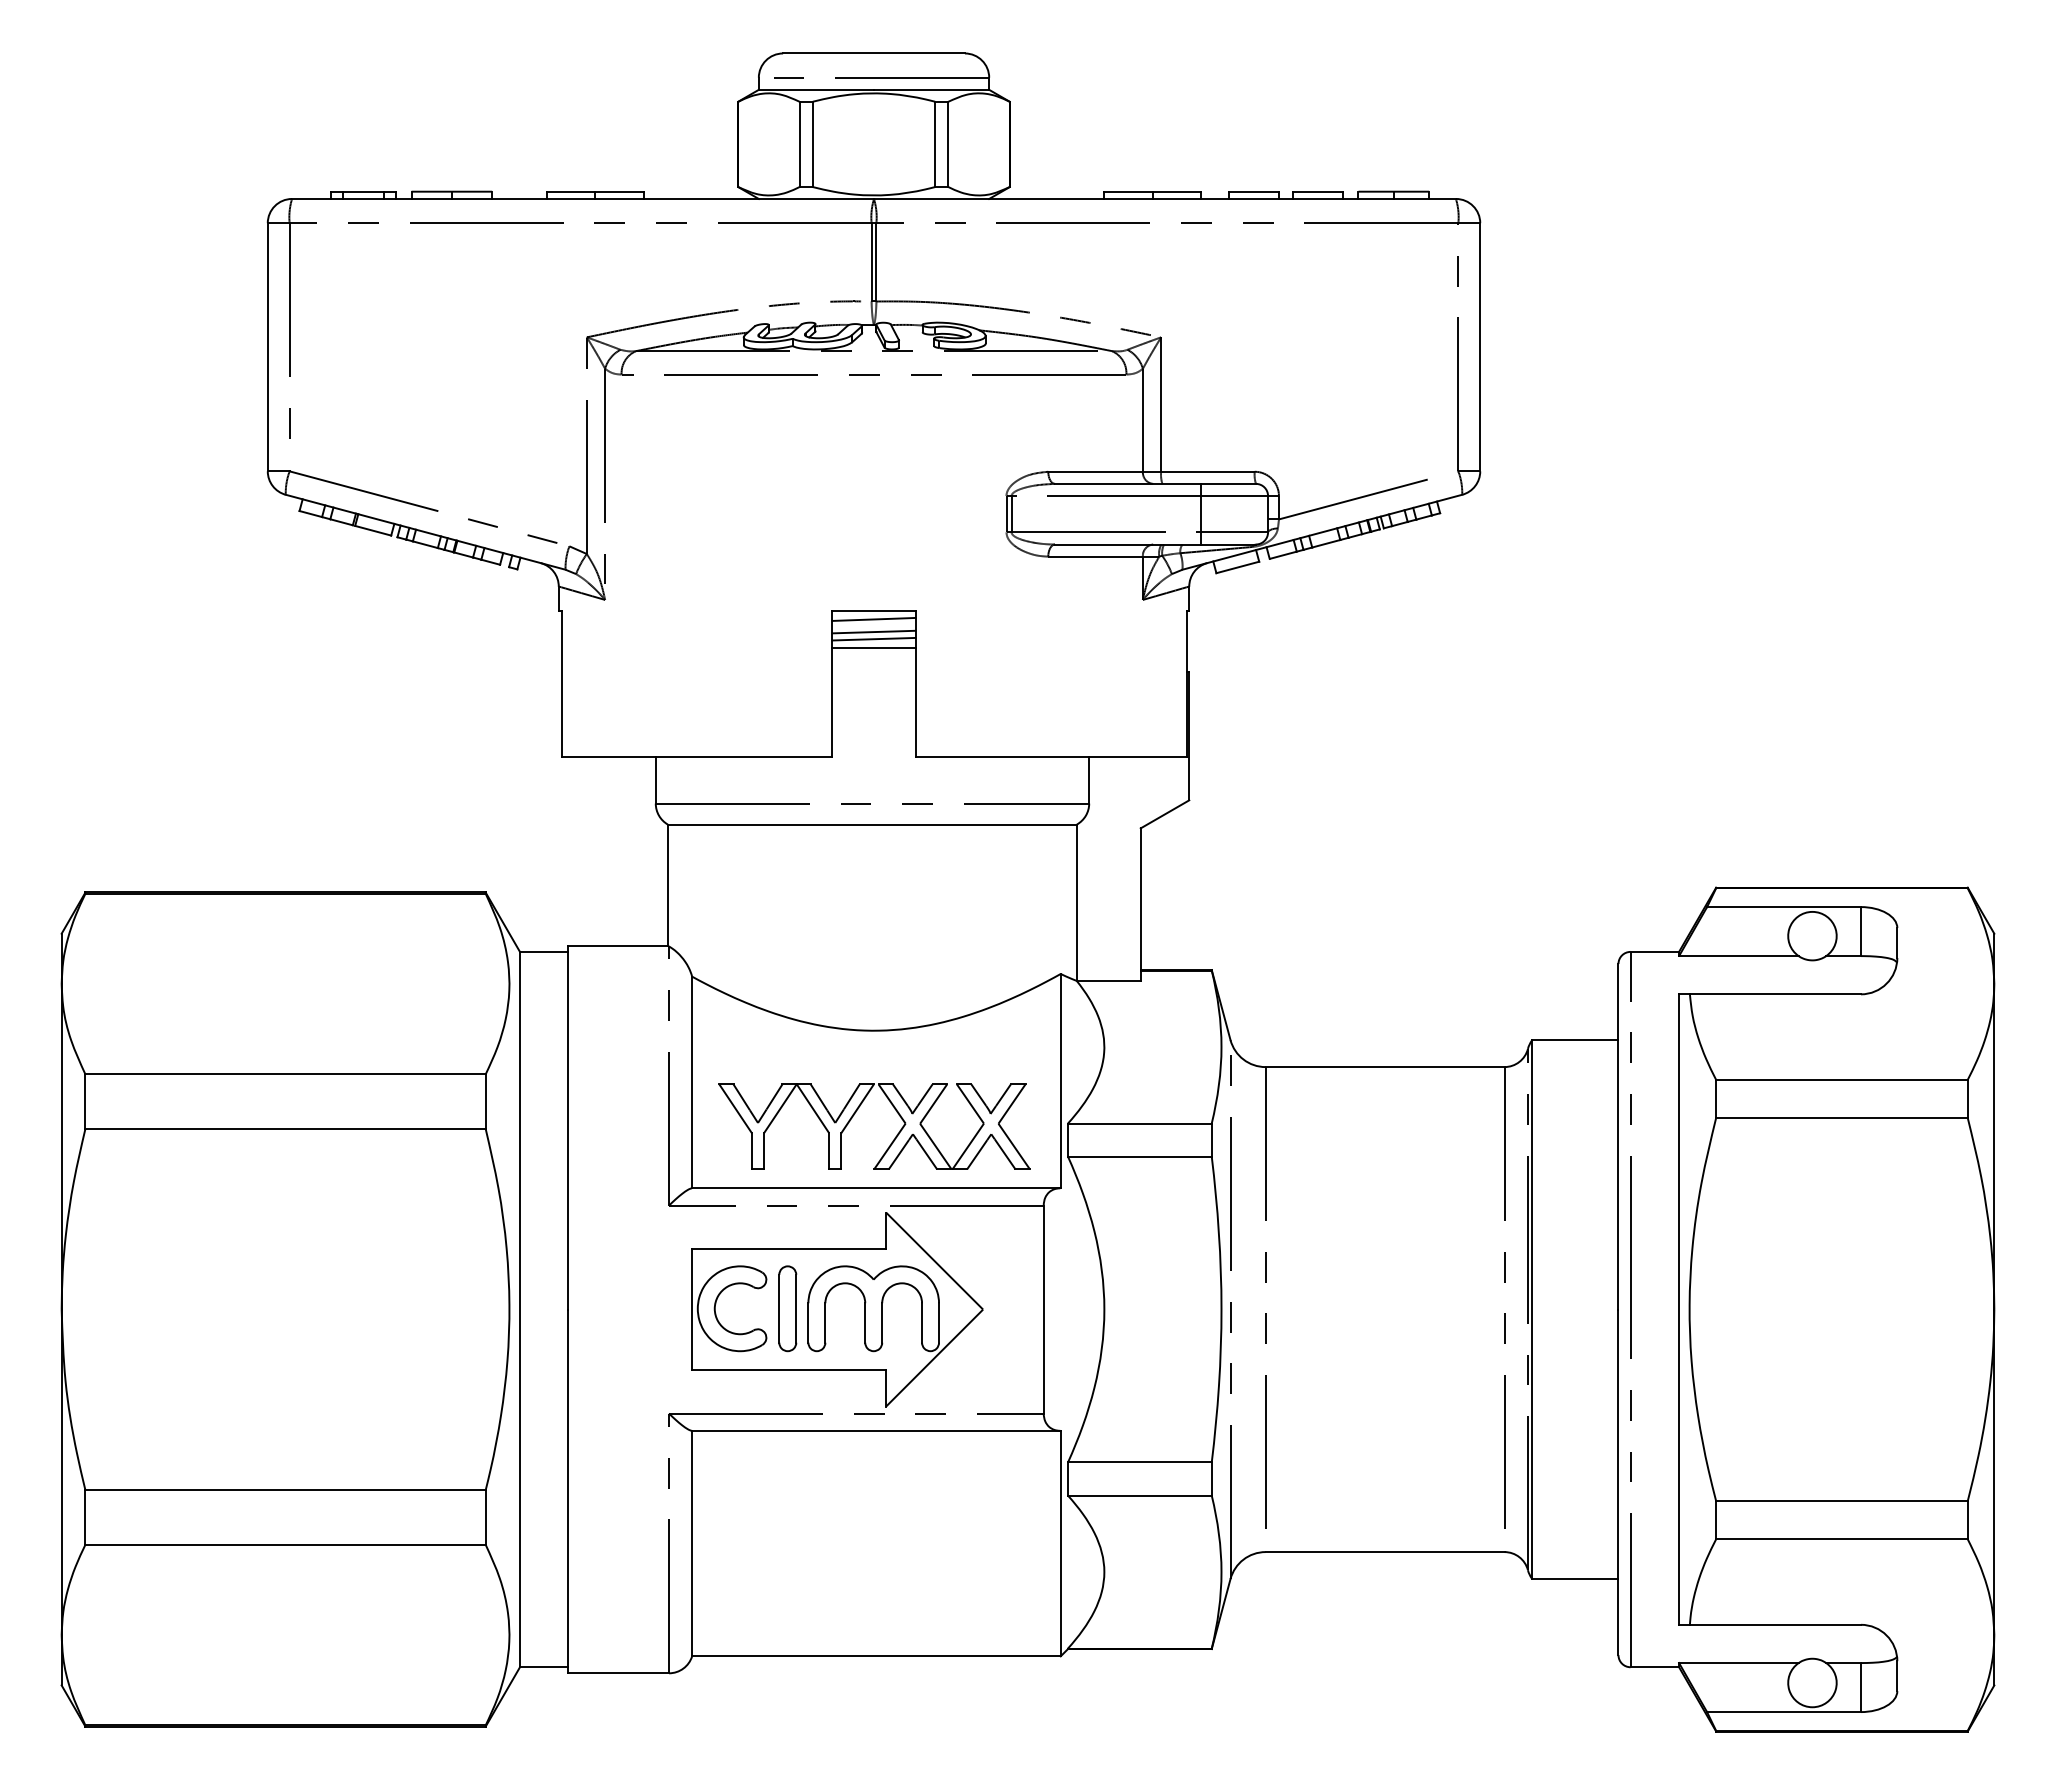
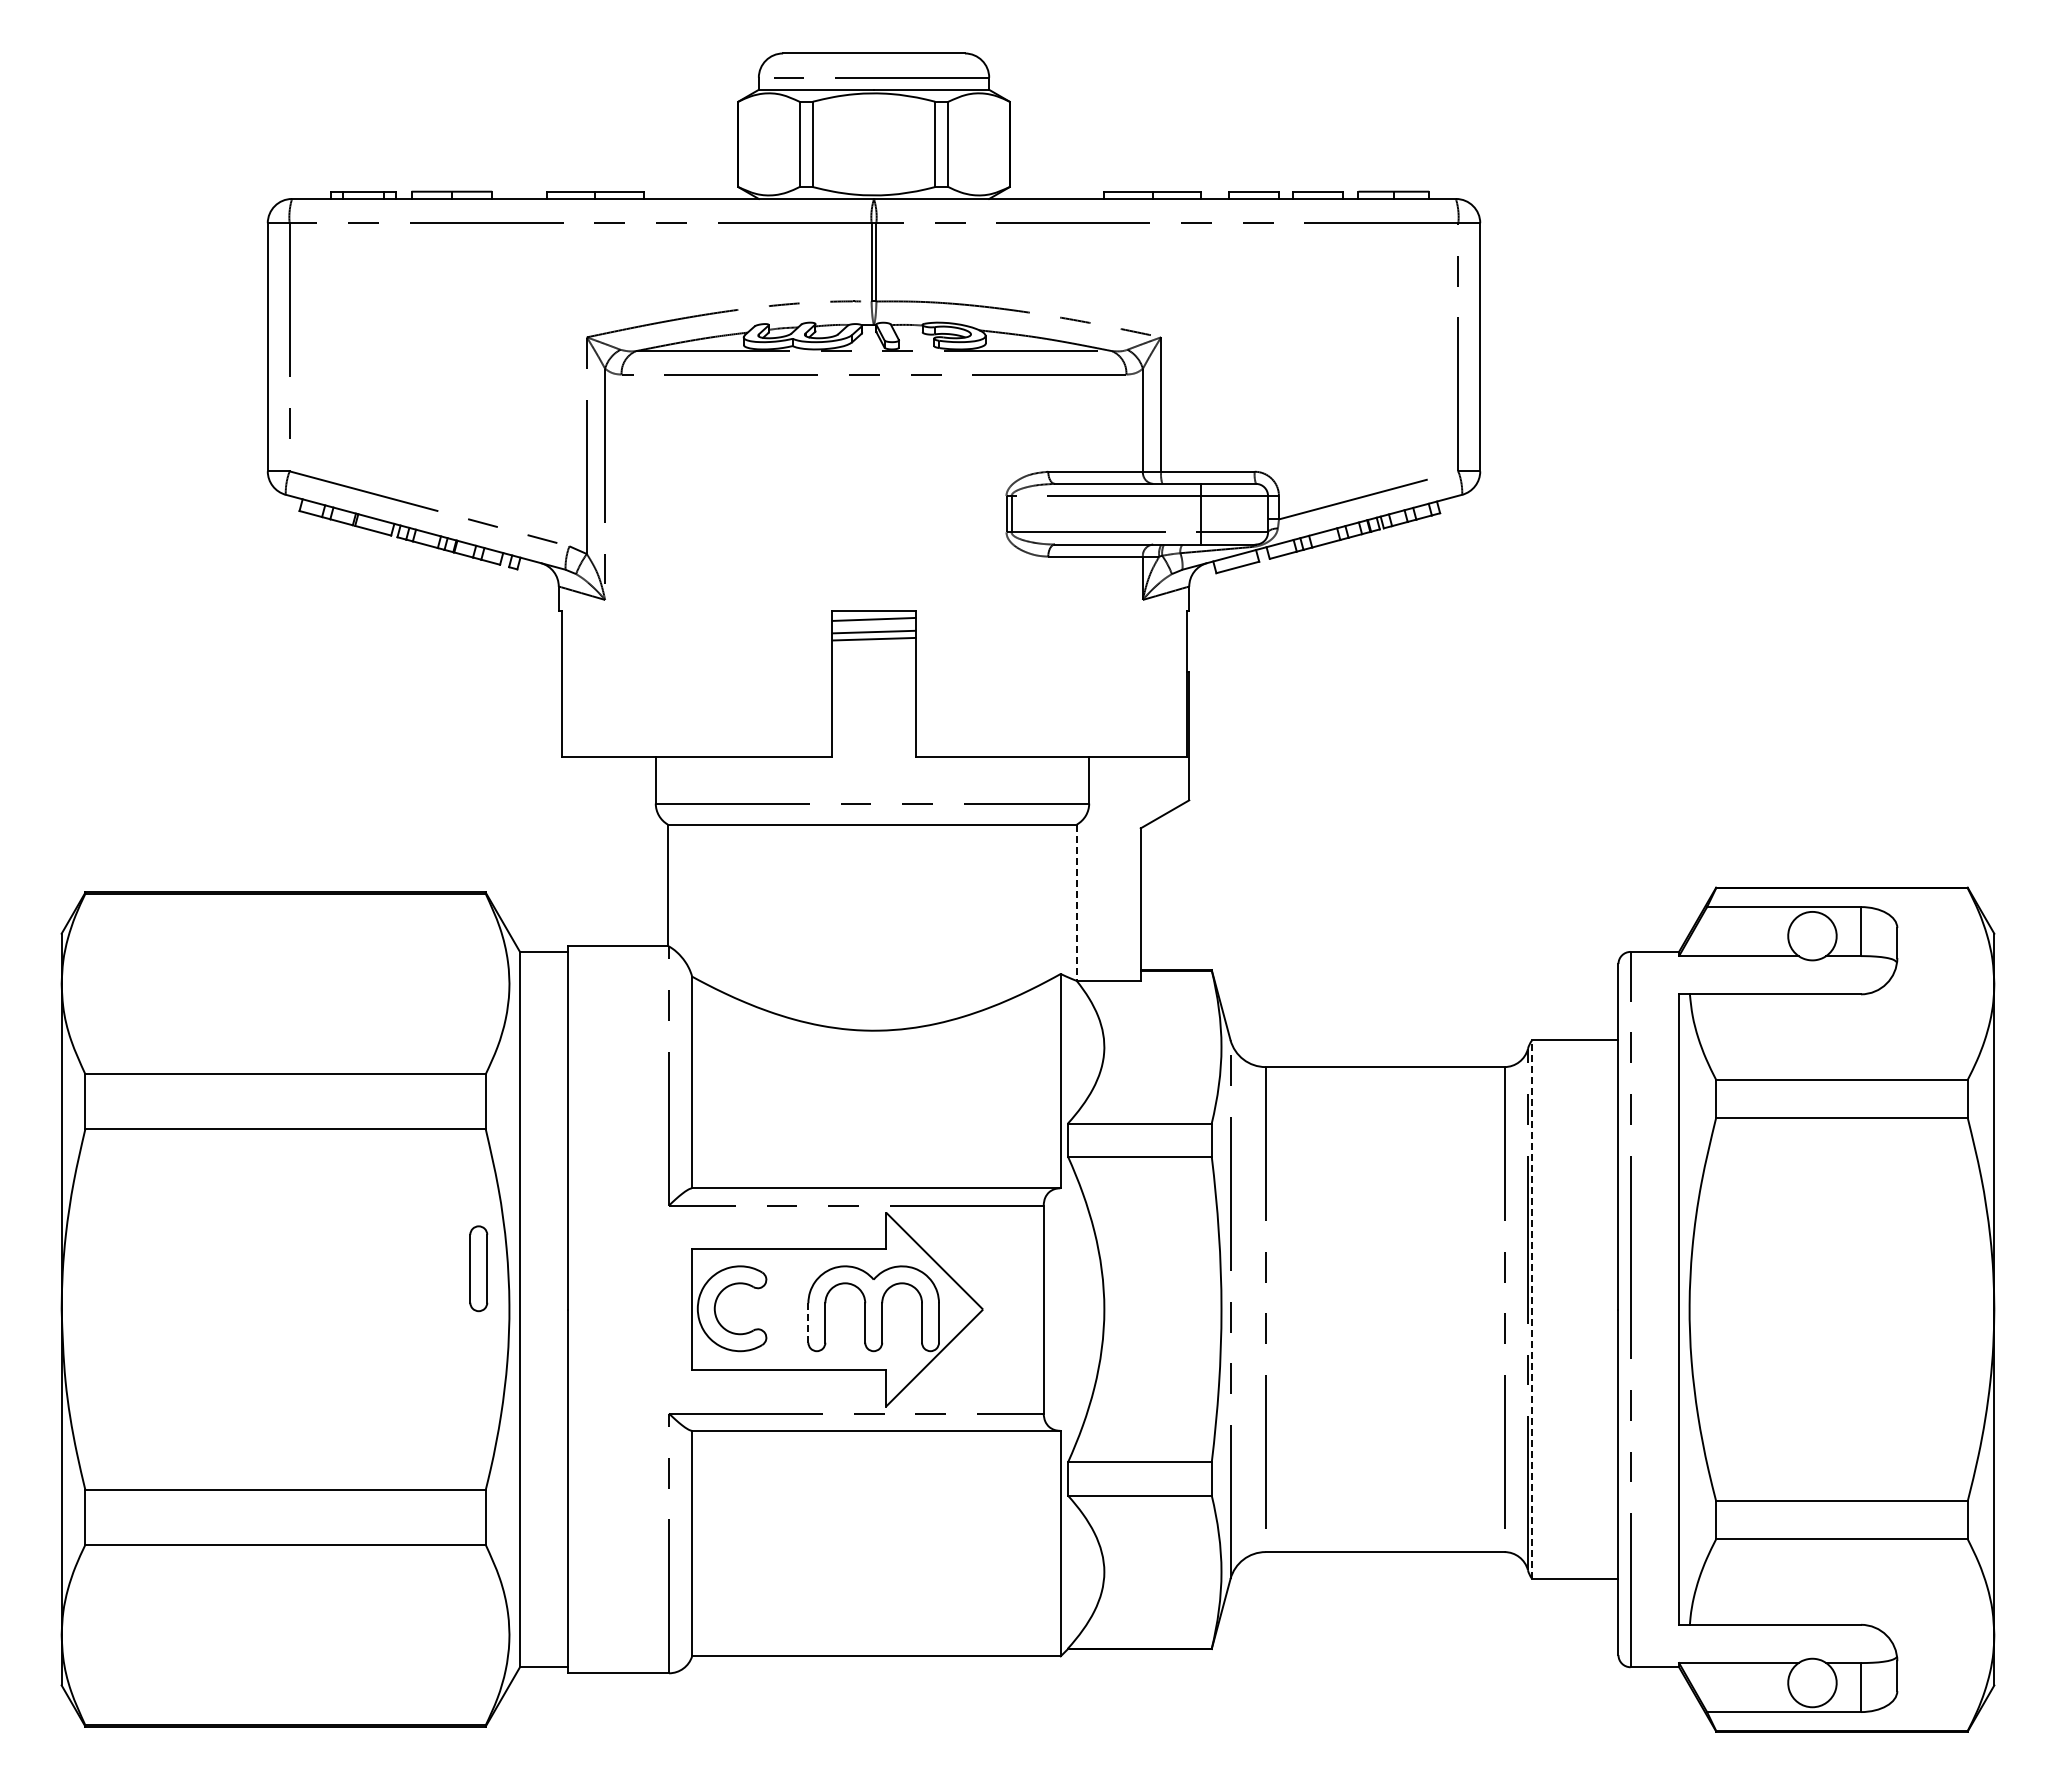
line at (873, 647): present -> none
line at (1076, 902): solid -> dashed
part at (856, 1112): present -> none
part at (787, 1308) position: (787, 1308) -> (478, 1268)
line at (1532, 1309): solid -> dashed
line at (808, 1322): solid -> dashed
